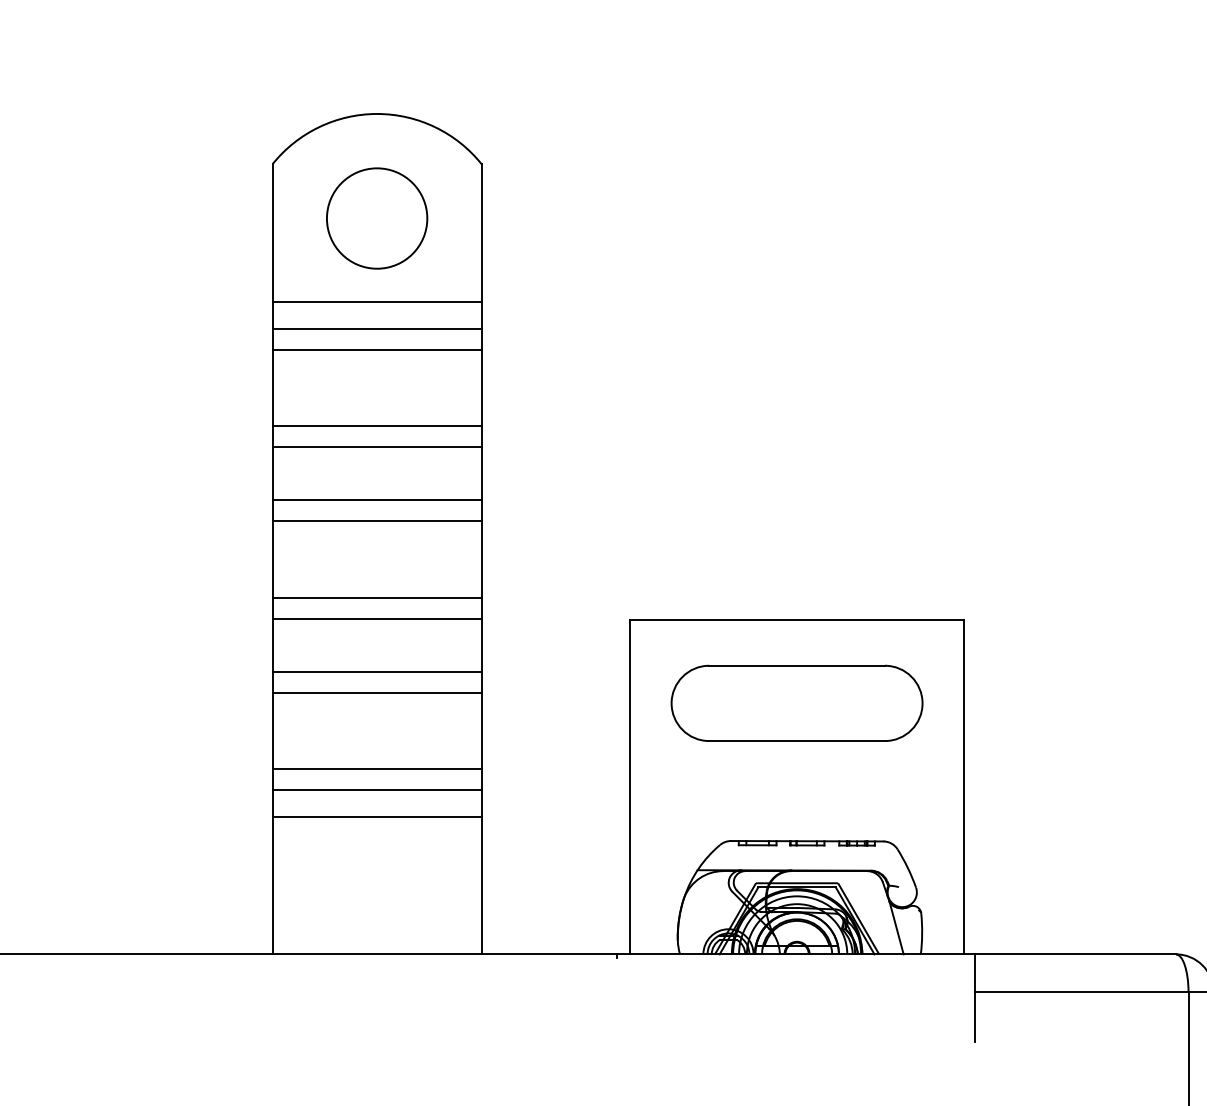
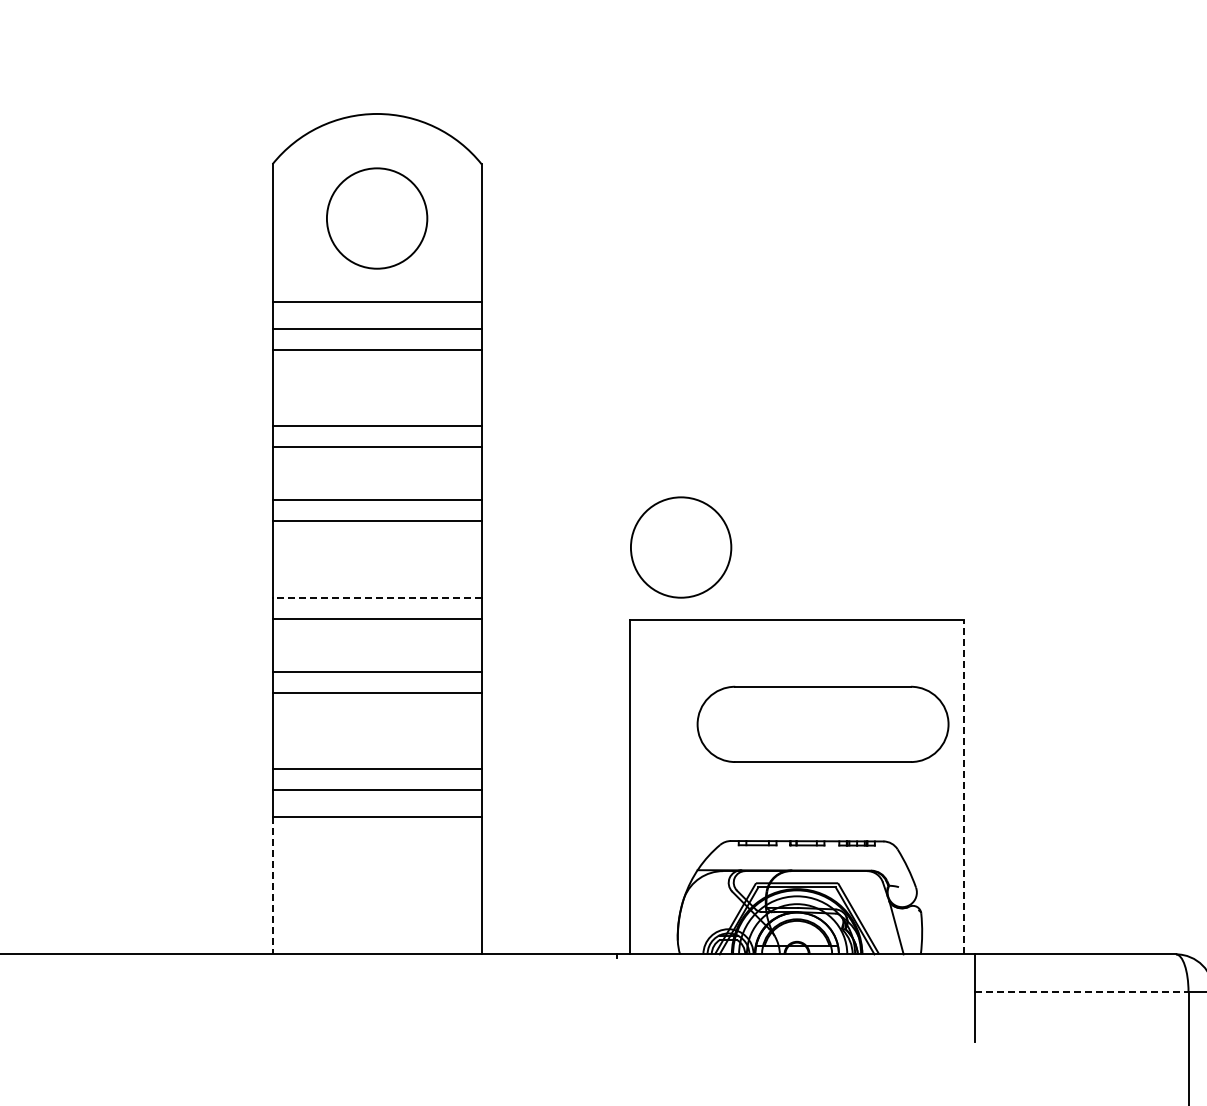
circle at (681, 547): none -> present
line at (377, 597): solid -> dashed
part at (796, 702) position: (796, 702) -> (822, 723)
line at (964, 786): solid -> dashed
line at (272, 885): solid -> dashed
line at (1081, 992): solid -> dashed
